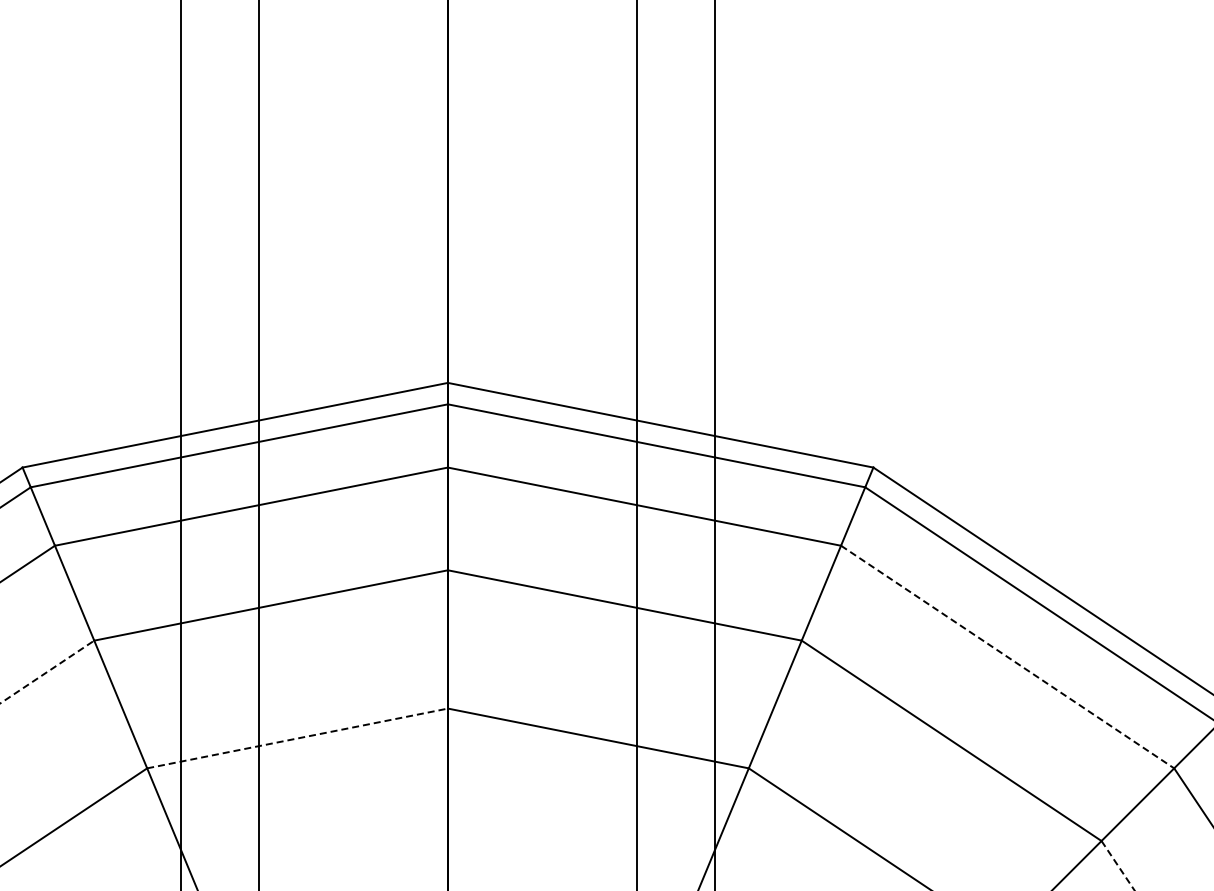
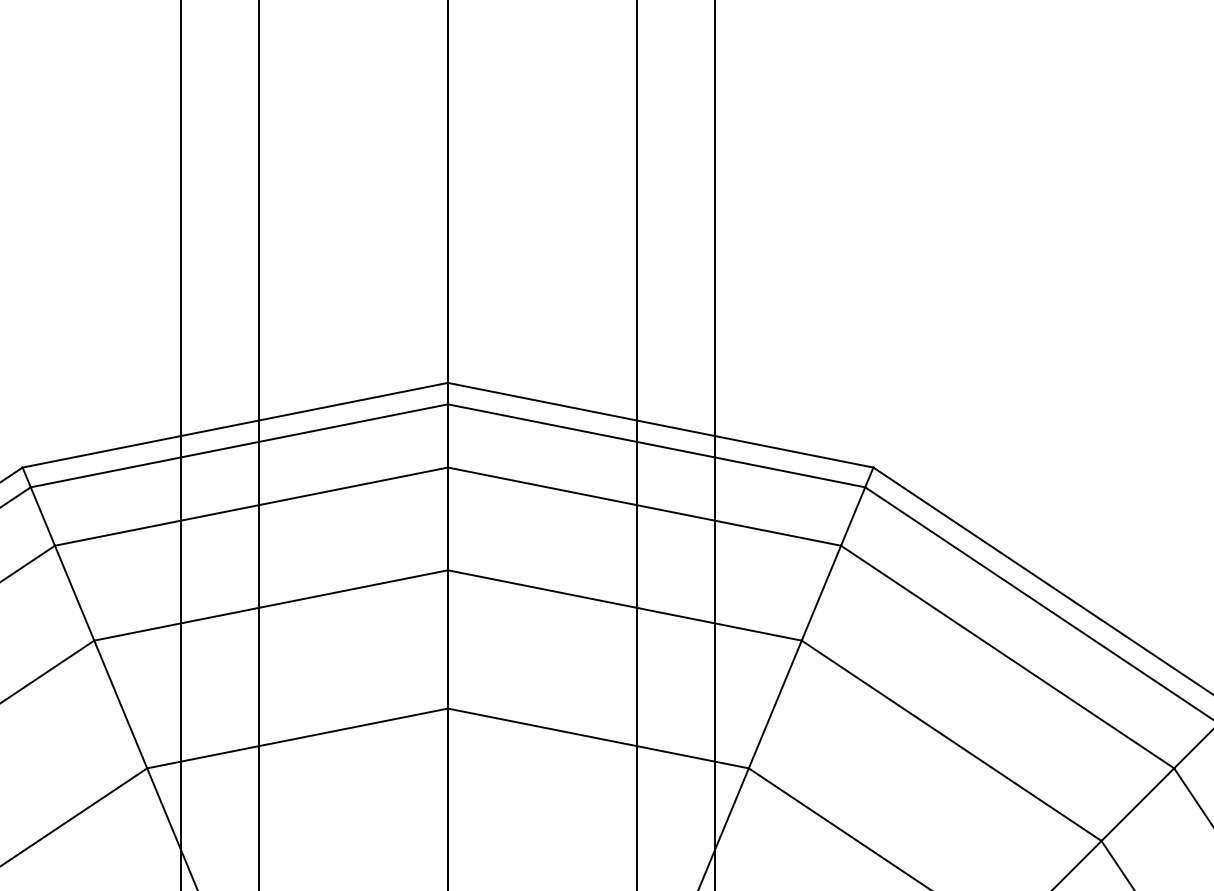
line at (1008, 657): dashed -> solid
line at (47, 671): dashed -> solid
line at (298, 738): dashed -> solid
line at (1118, 865): dashed -> solid
